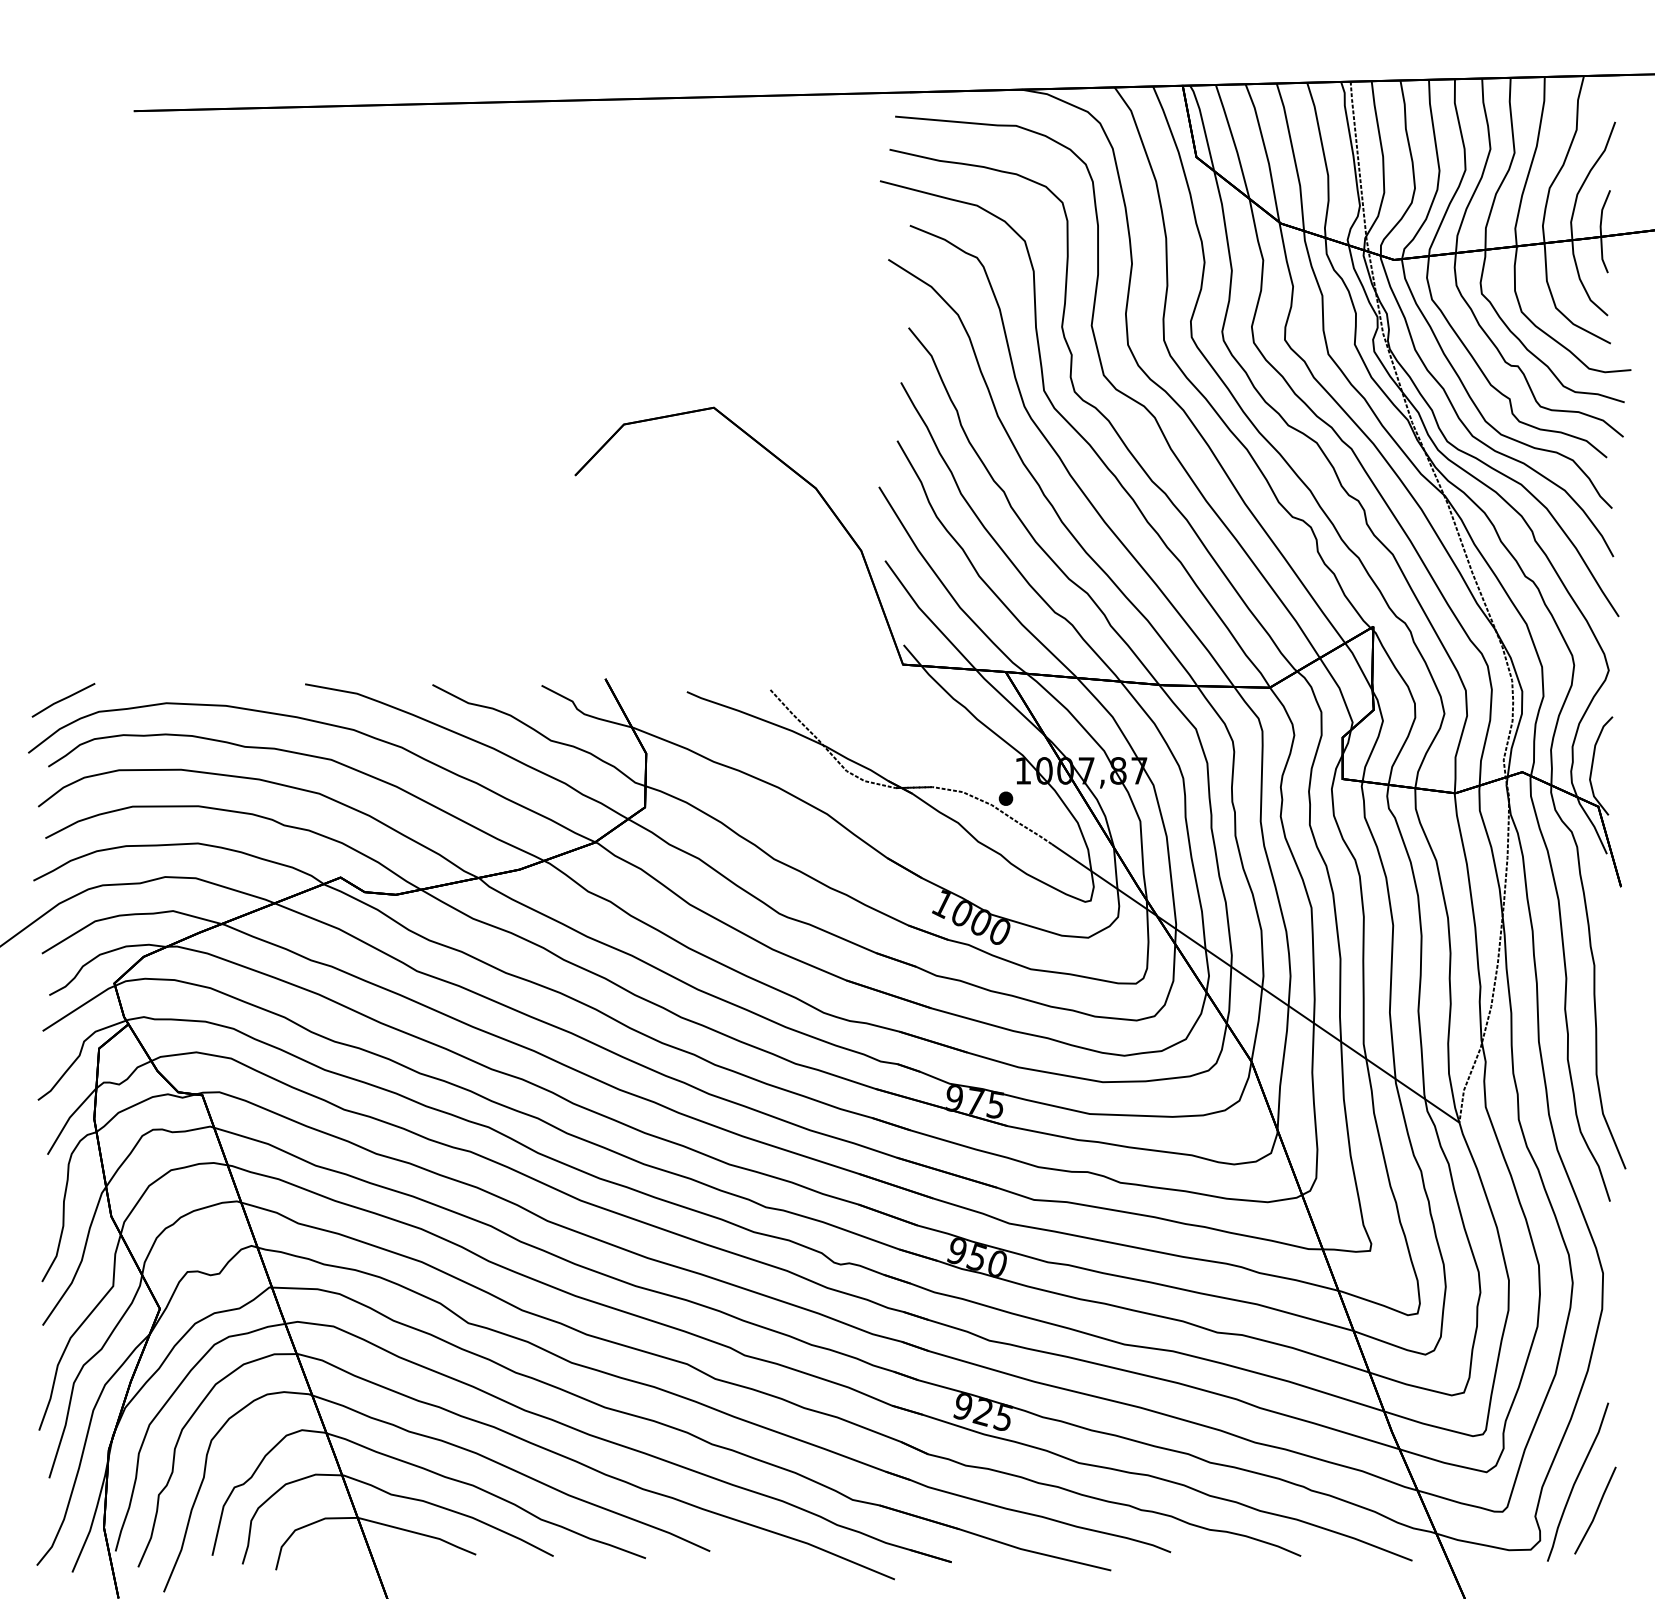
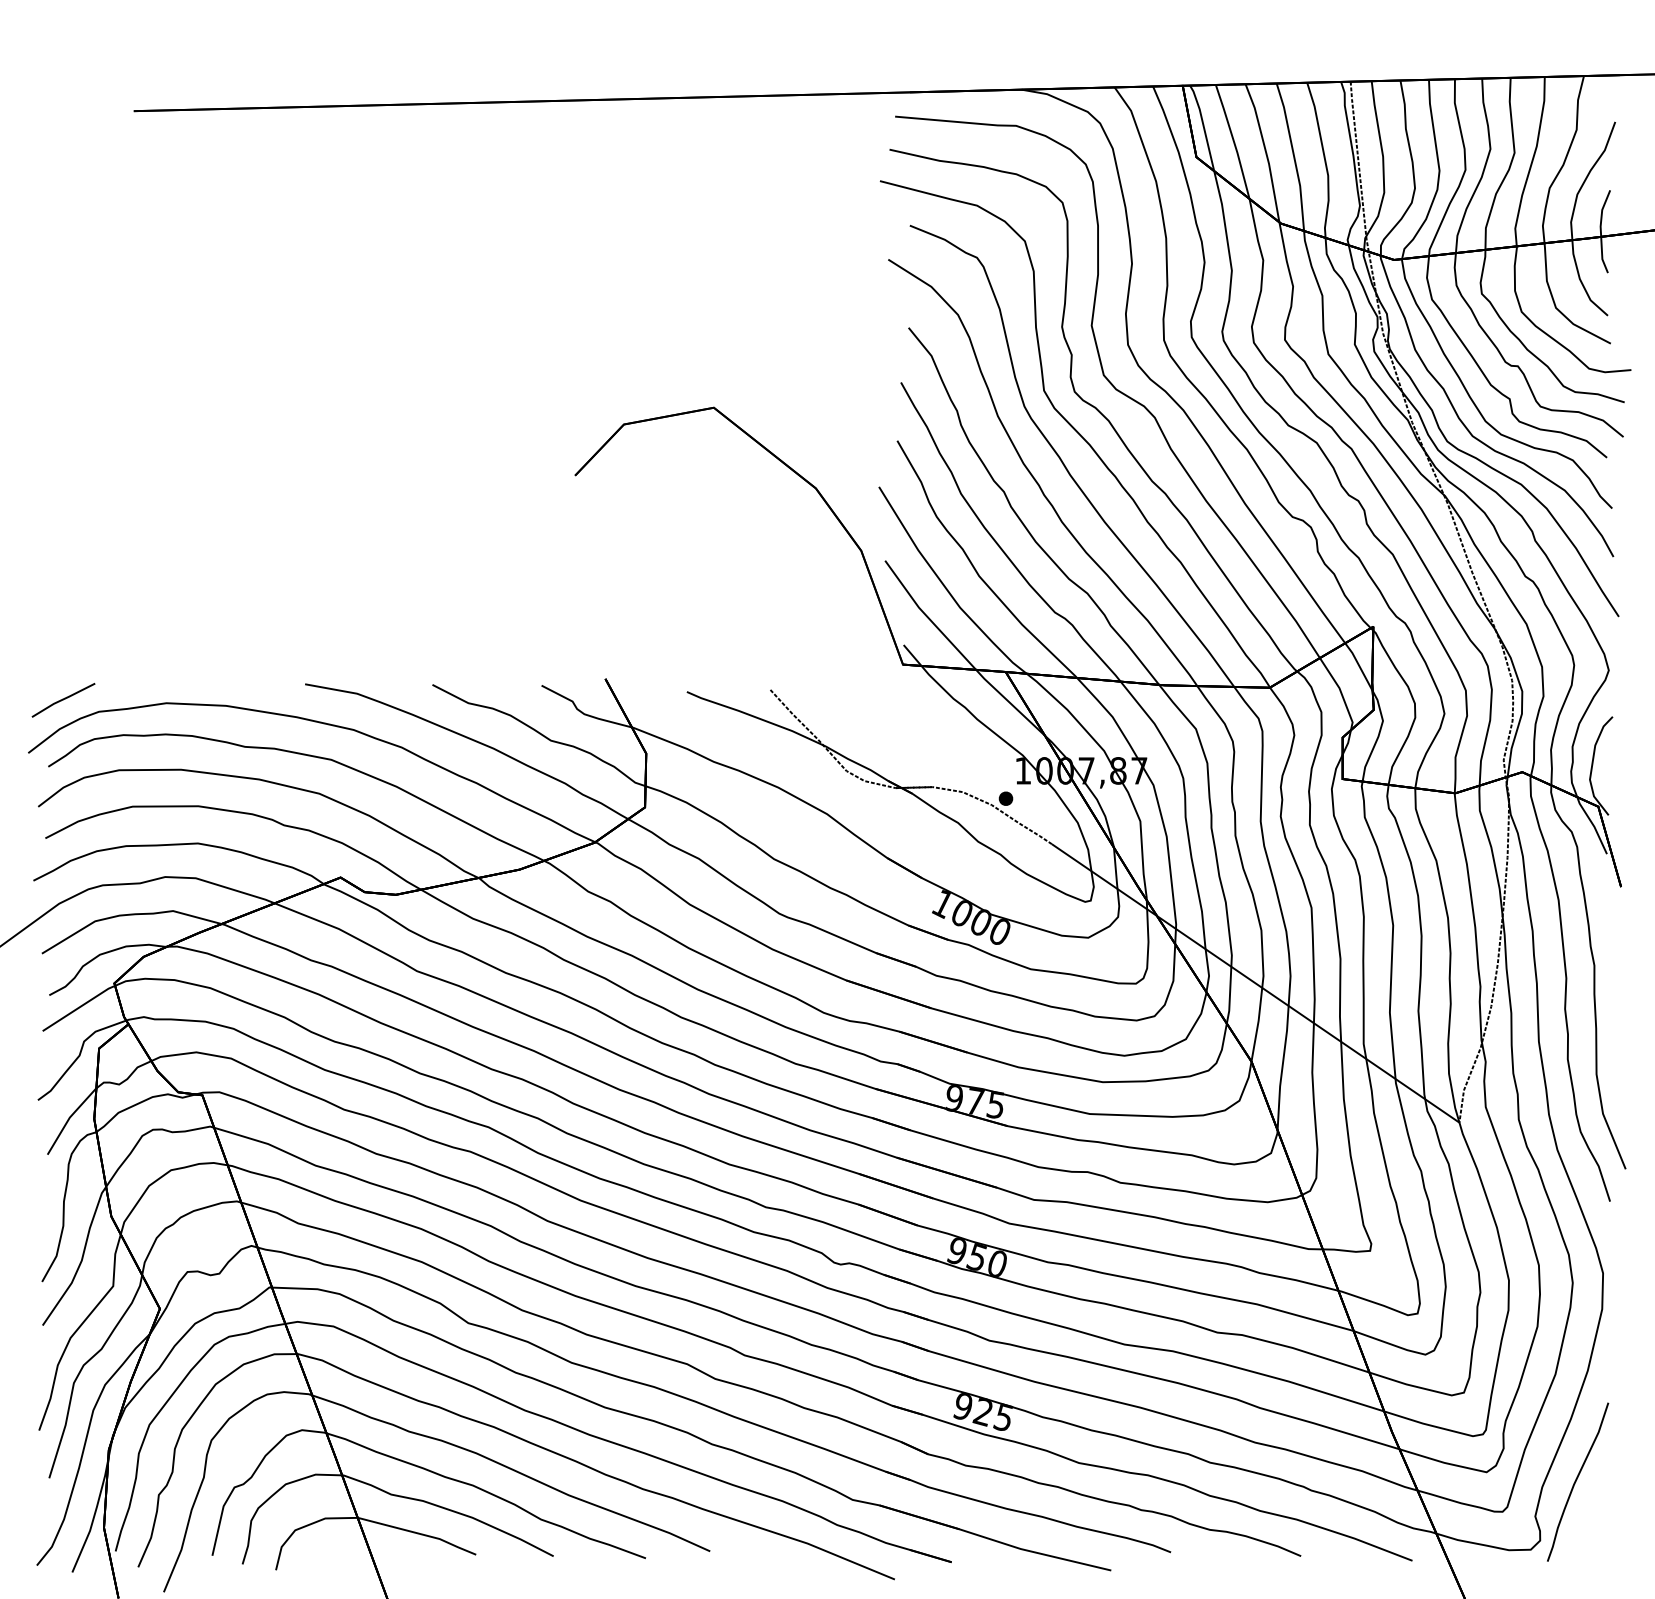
line at (1596, 1510): present -> none
